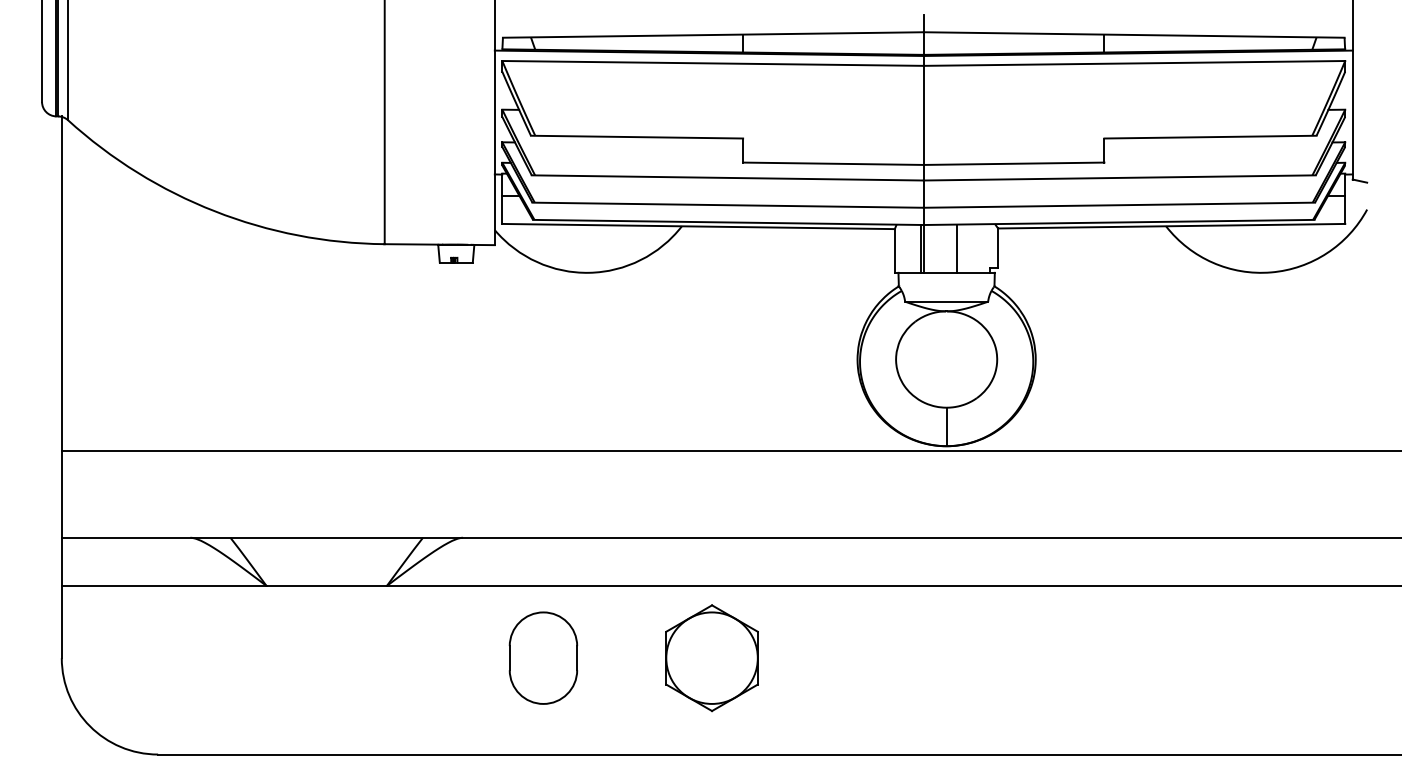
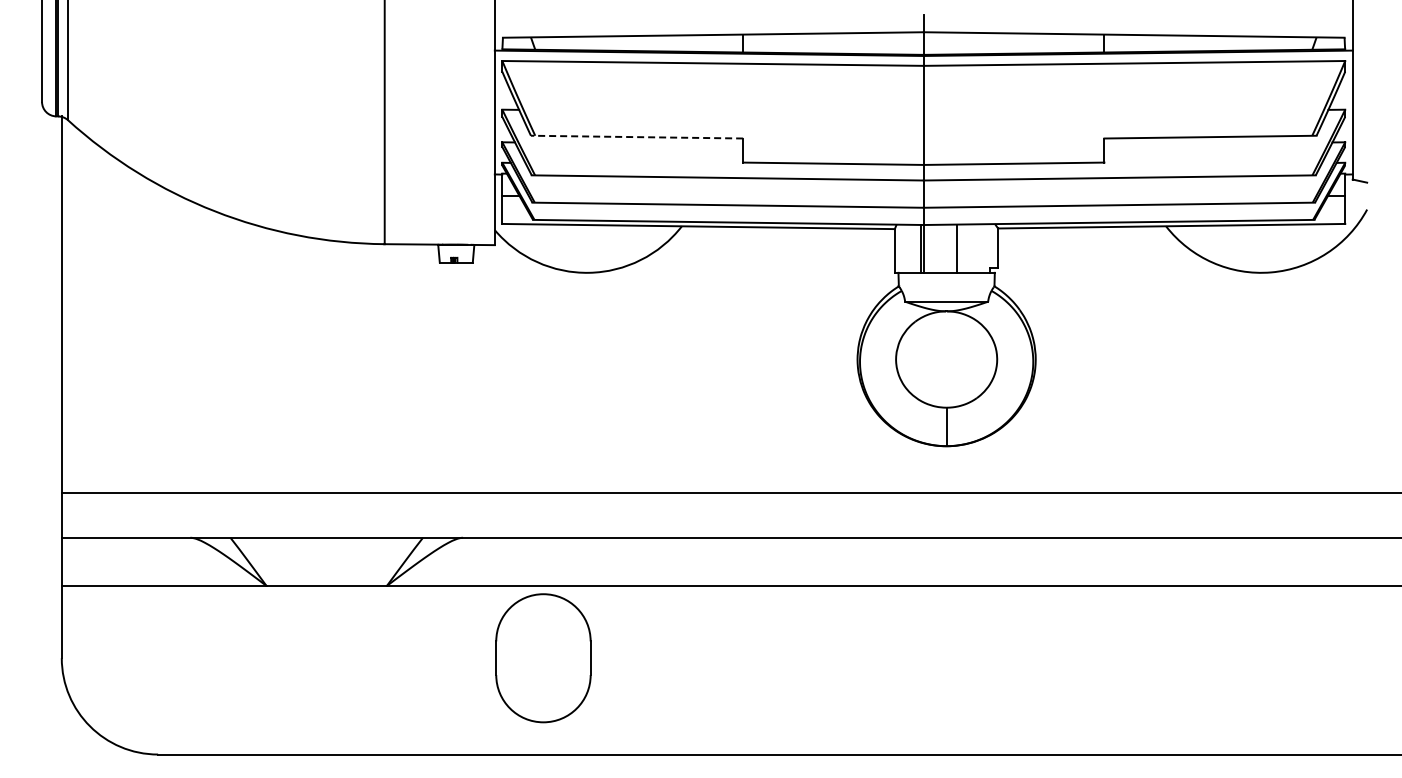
line at (636, 137): solid -> dashed
line at (729, 451) position: (729, 451) -> (729, 493)
part at (543, 657) size: 71x94 px -> 97x131 px
part at (711, 658): present -> none
